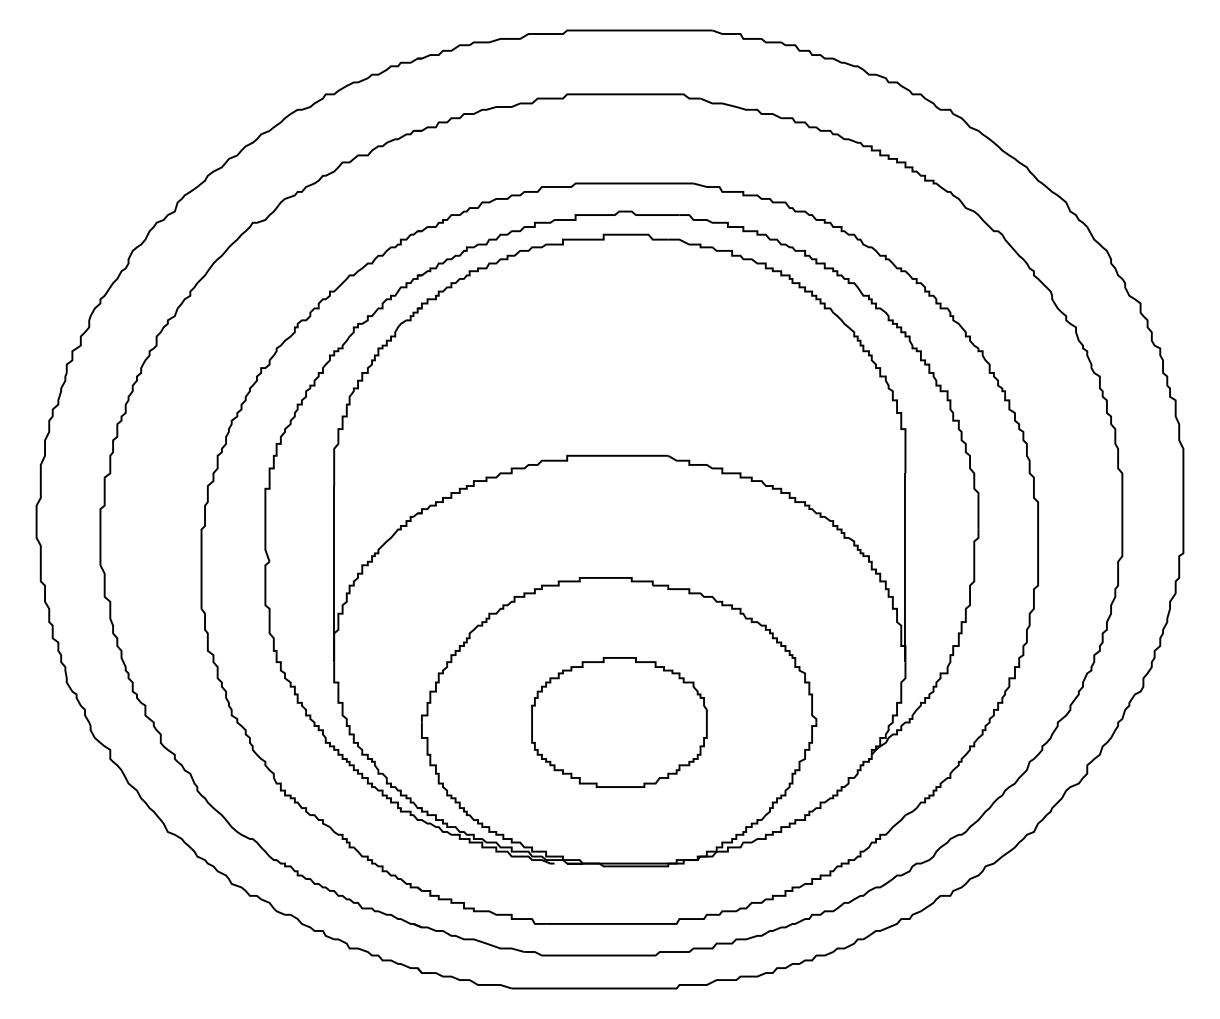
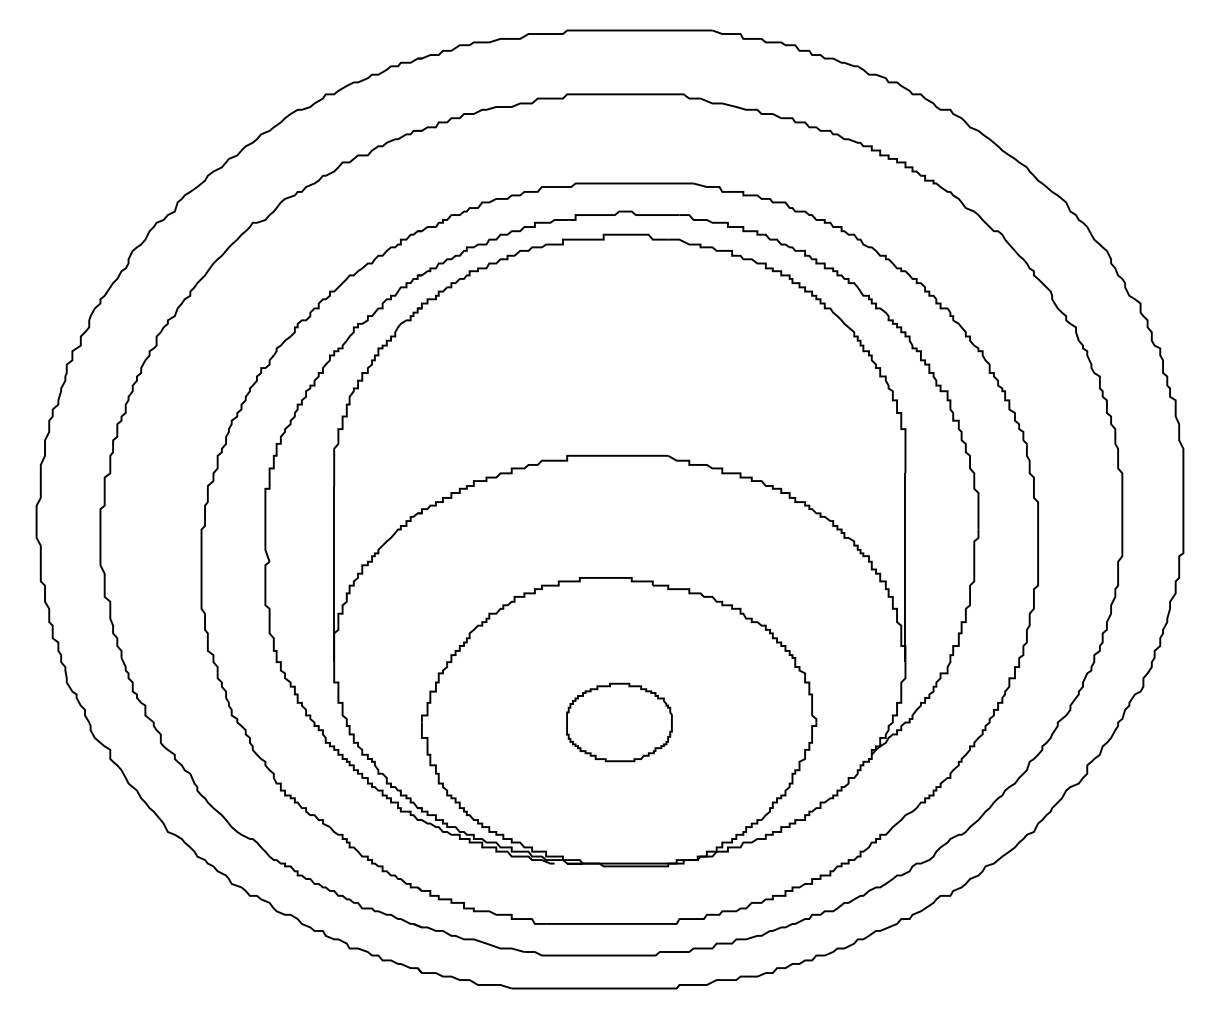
part at (619, 722) size: 177x131 px -> 107x81 px
